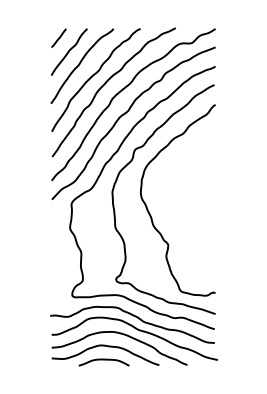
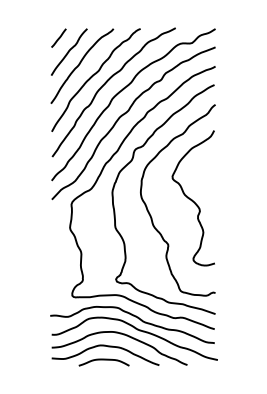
curve at (191, 198): none -> present
